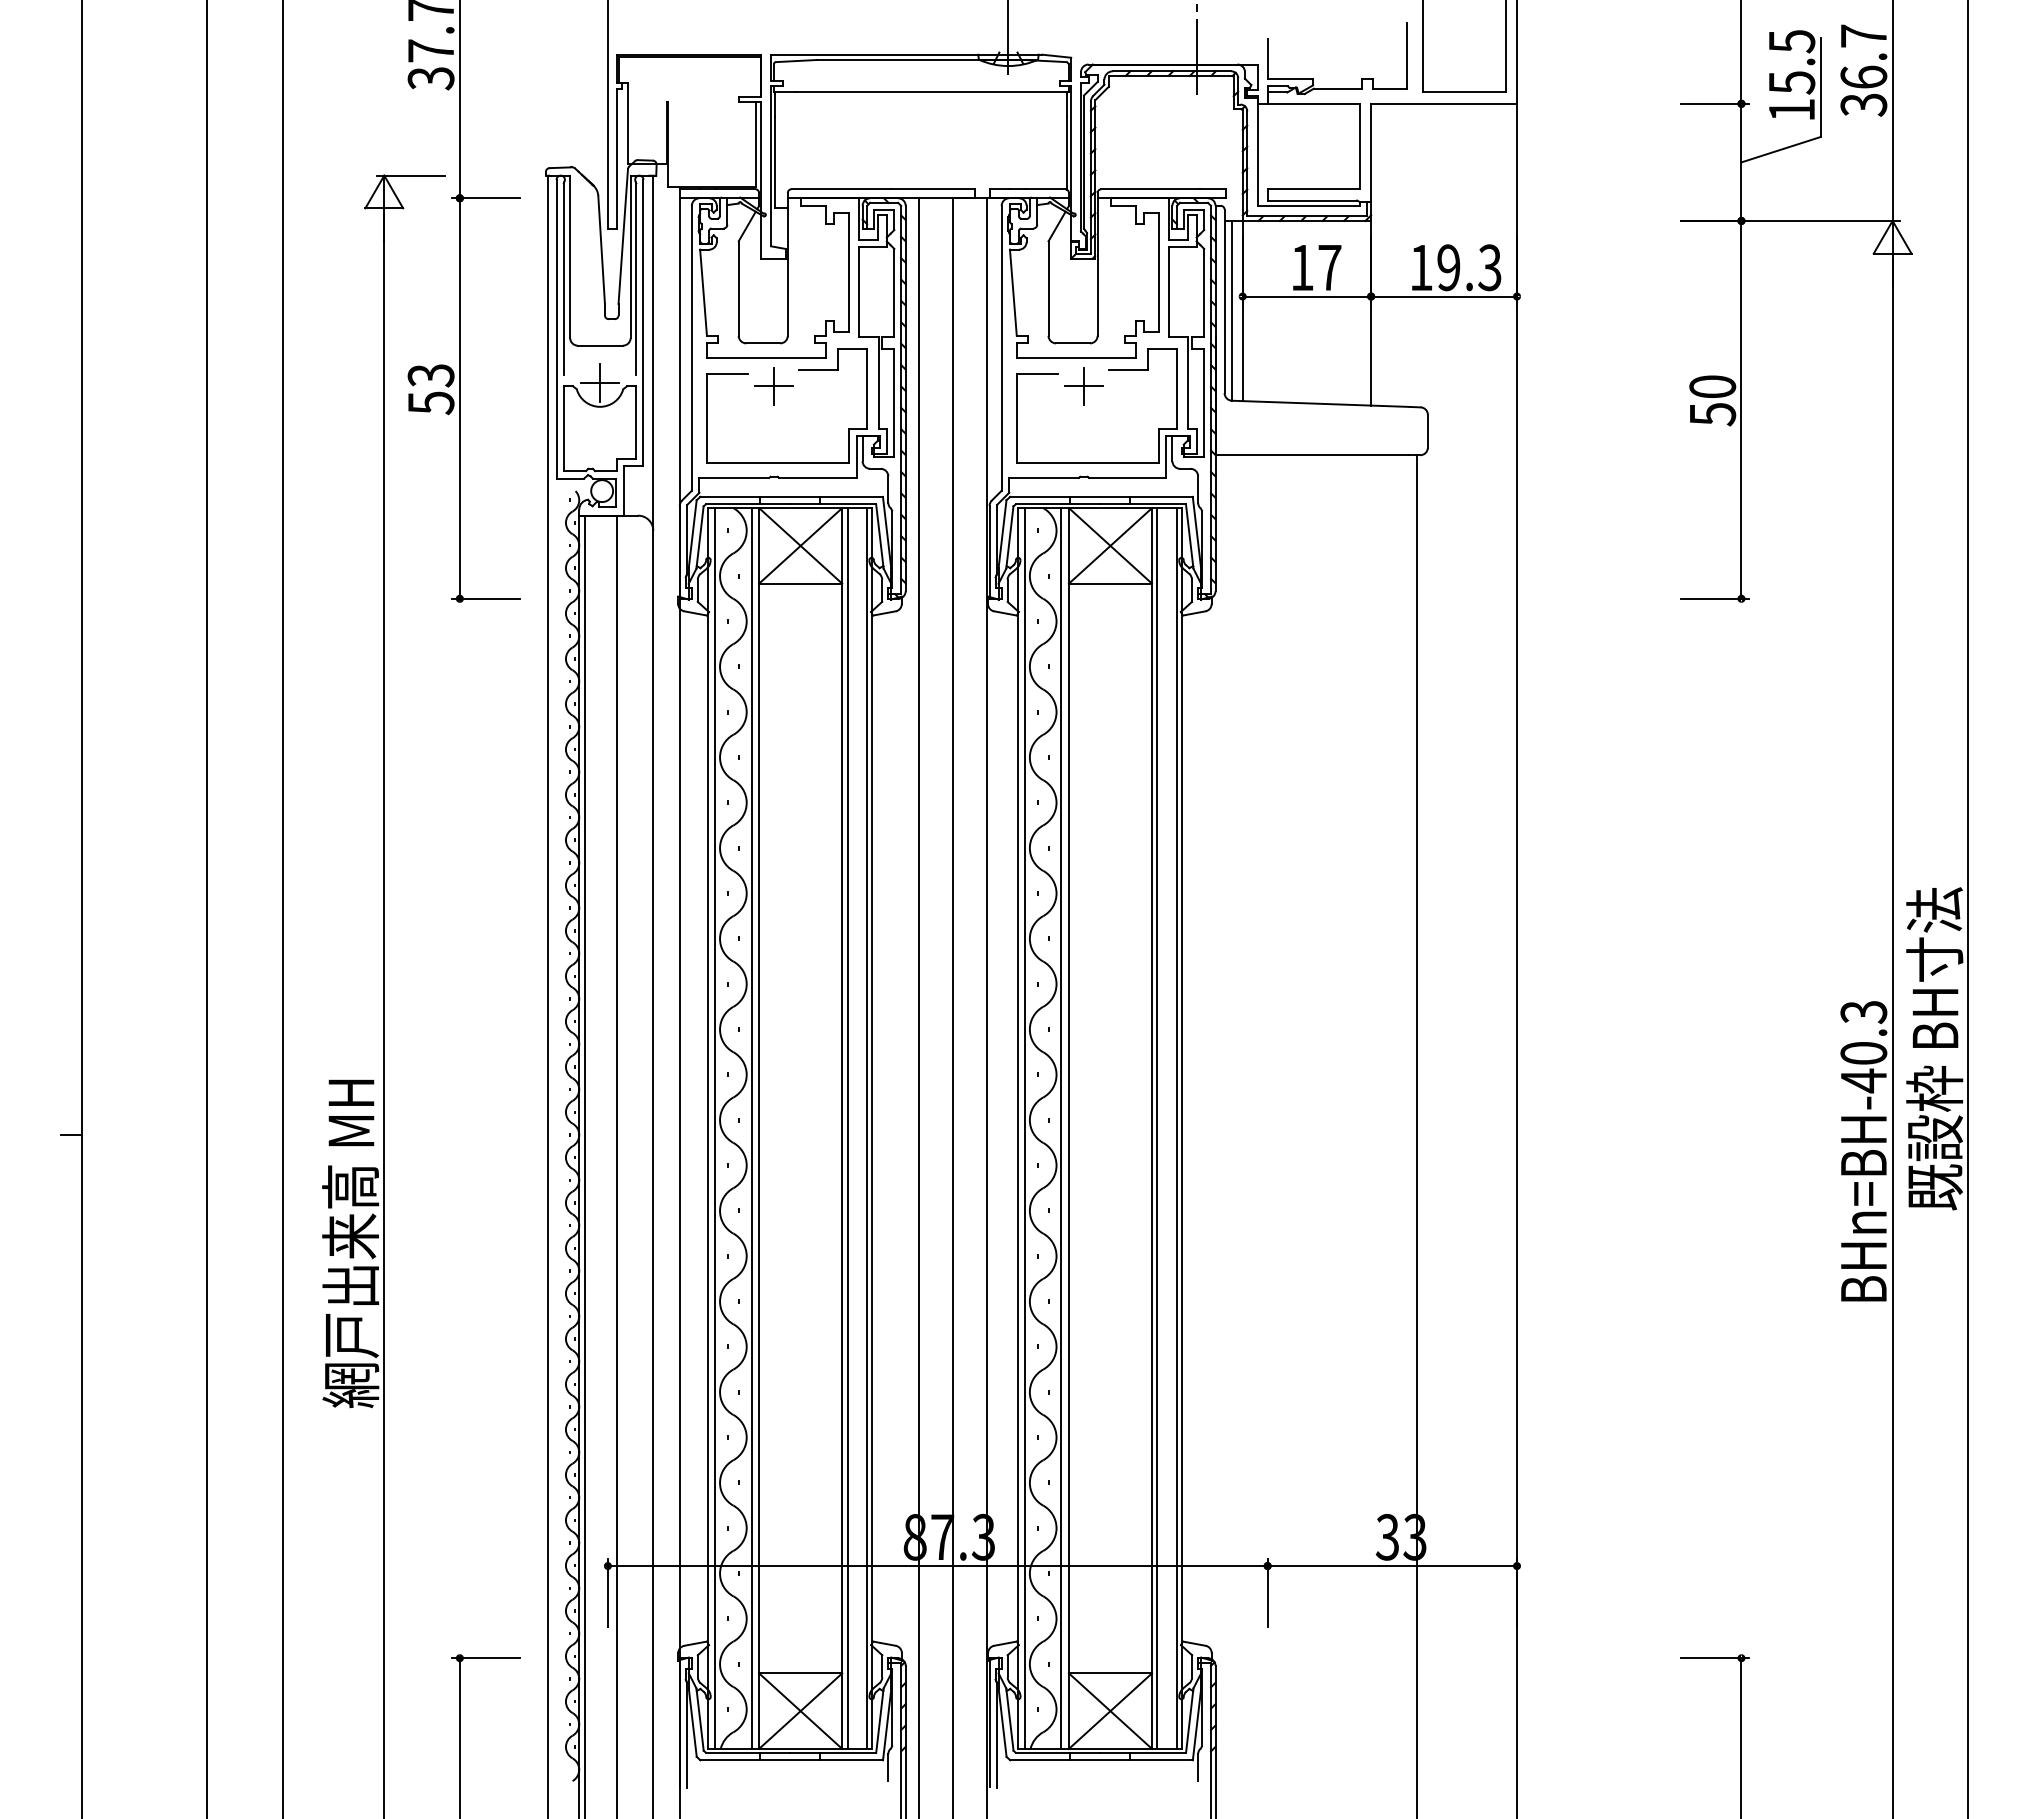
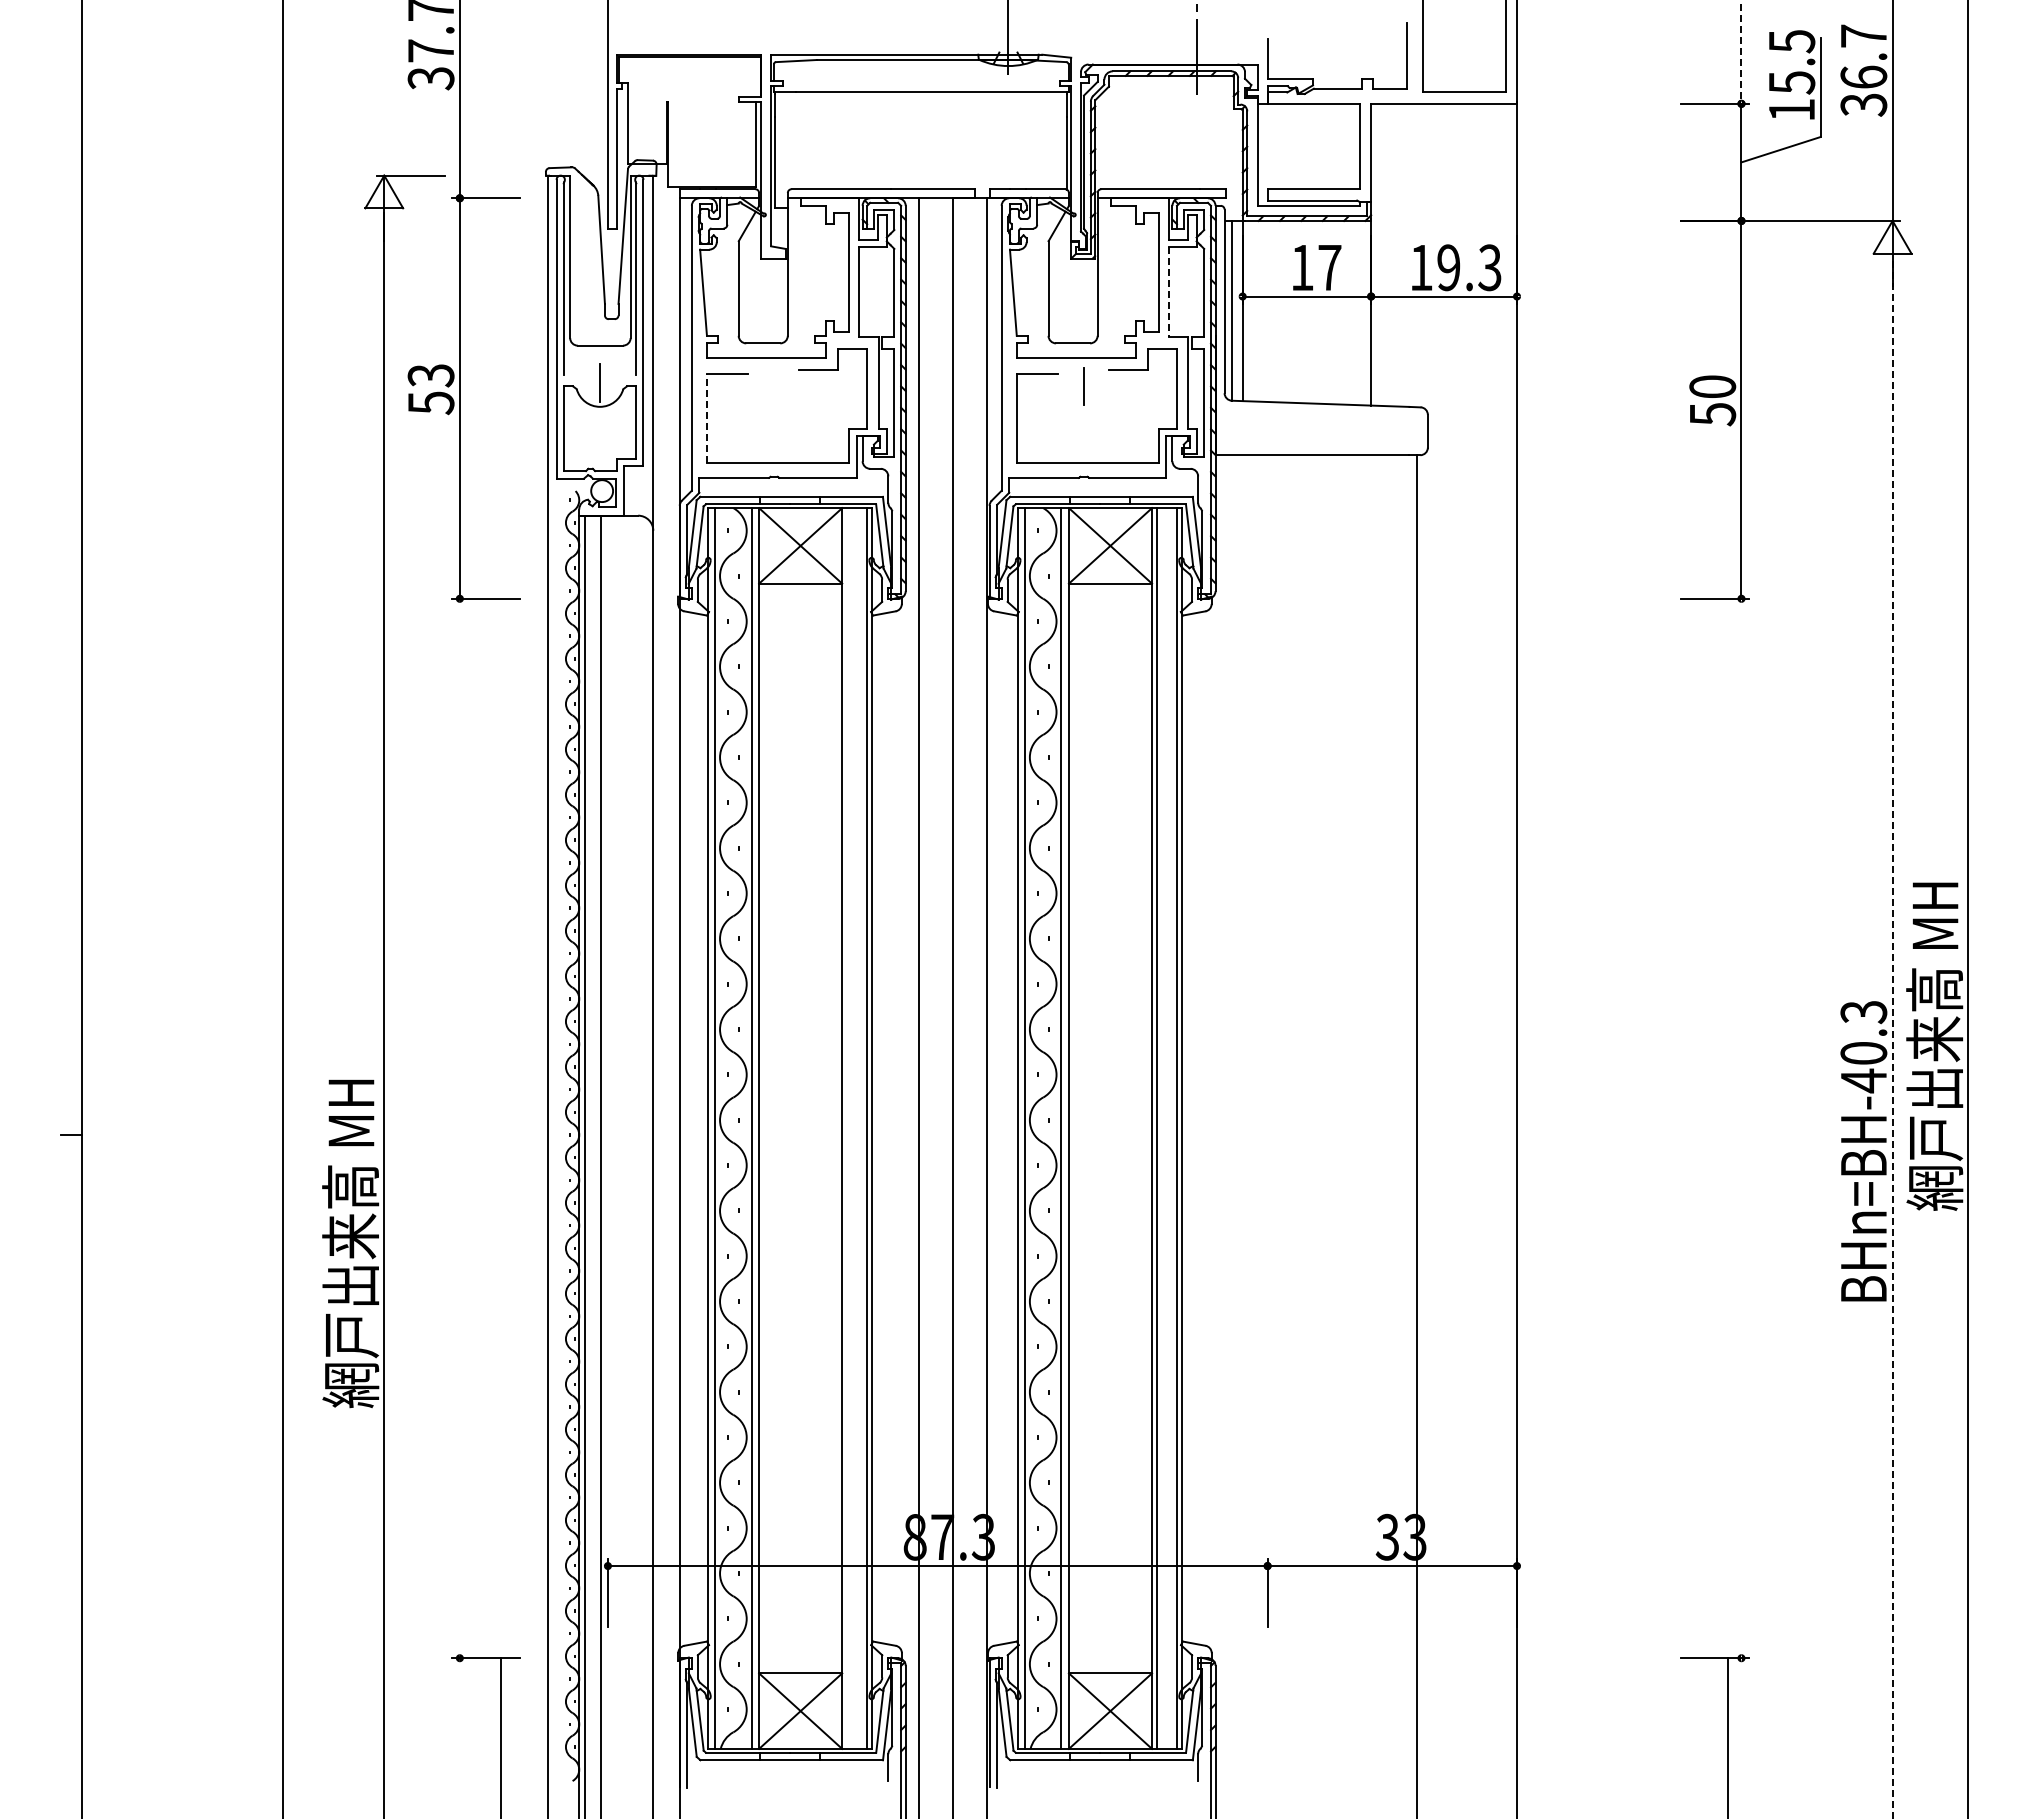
line at (1741, 51): solid -> dashed
line at (1168, 292): solid -> dashed
line at (599, 382): present -> none
part at (773, 386): present -> none
line at (1083, 386): present -> none
line at (706, 418): solid -> dashed
line at (207, 908): present -> none
line at (1892, 1038): solid -> dashed
text at (1934, 1046): 既設枠 BH寸法 -> 網戸出来高 MH
line at (847, 1128): present -> none
line at (617, 1165) position: (617, 1165) -> (601, 1165)
line at (459, 1736) position: (459, 1736) -> (500, 1736)
line at (1741, 1736) position: (1741, 1736) -> (1728, 1736)
